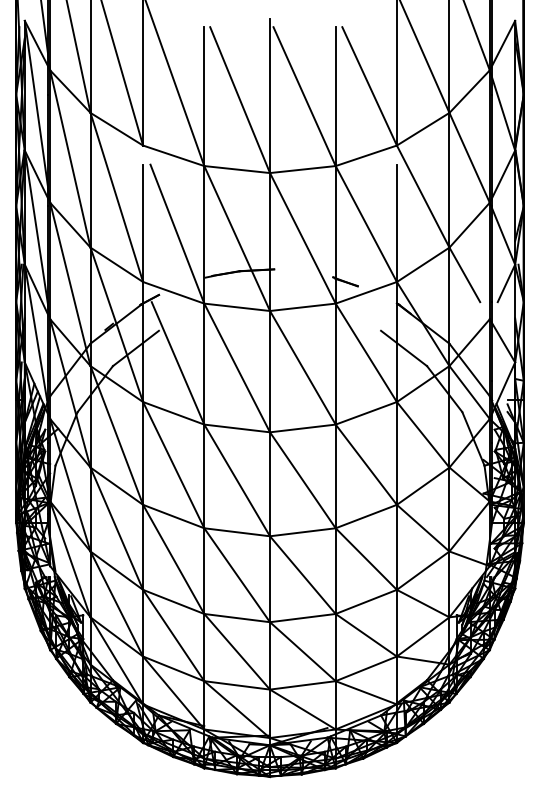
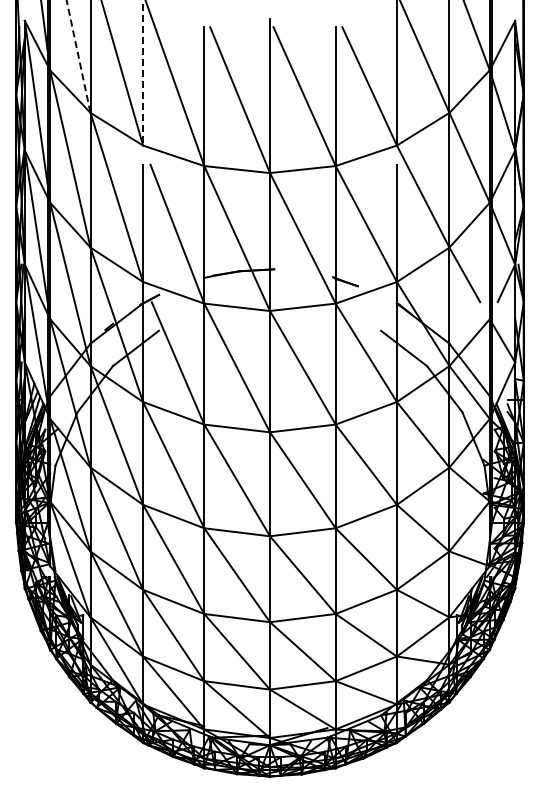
line at (78, 57): solid -> dashed
line at (143, 73): solid -> dashed
